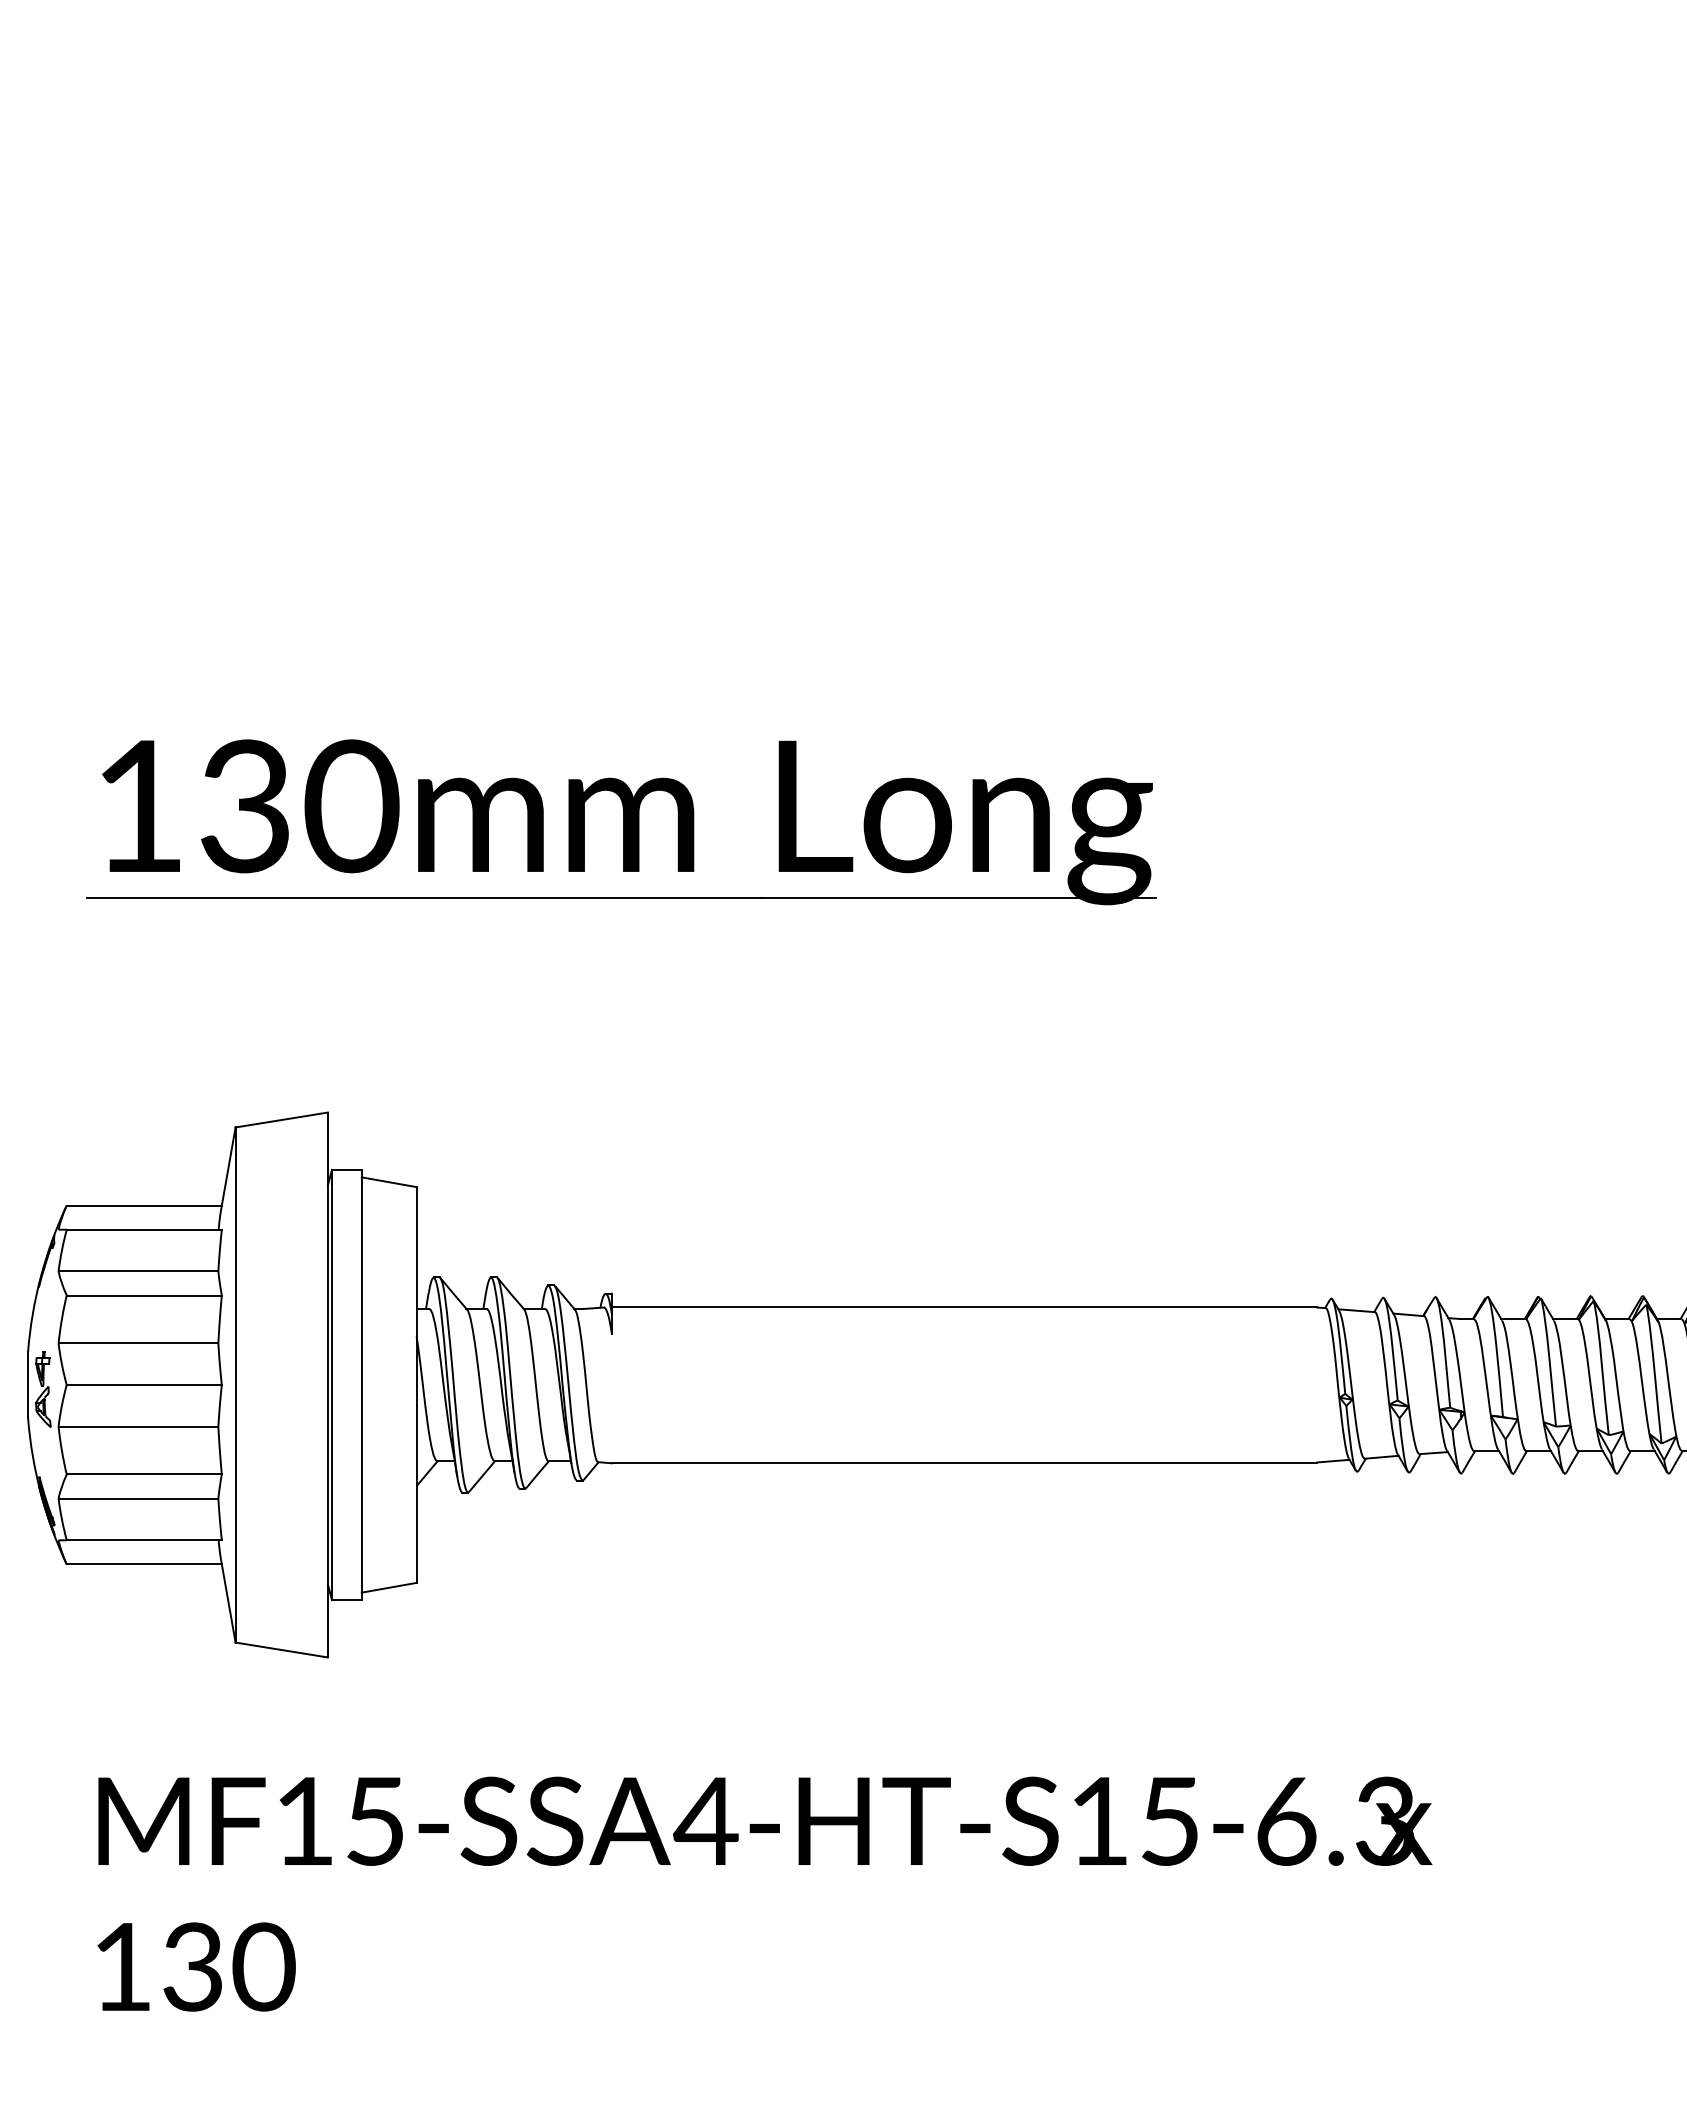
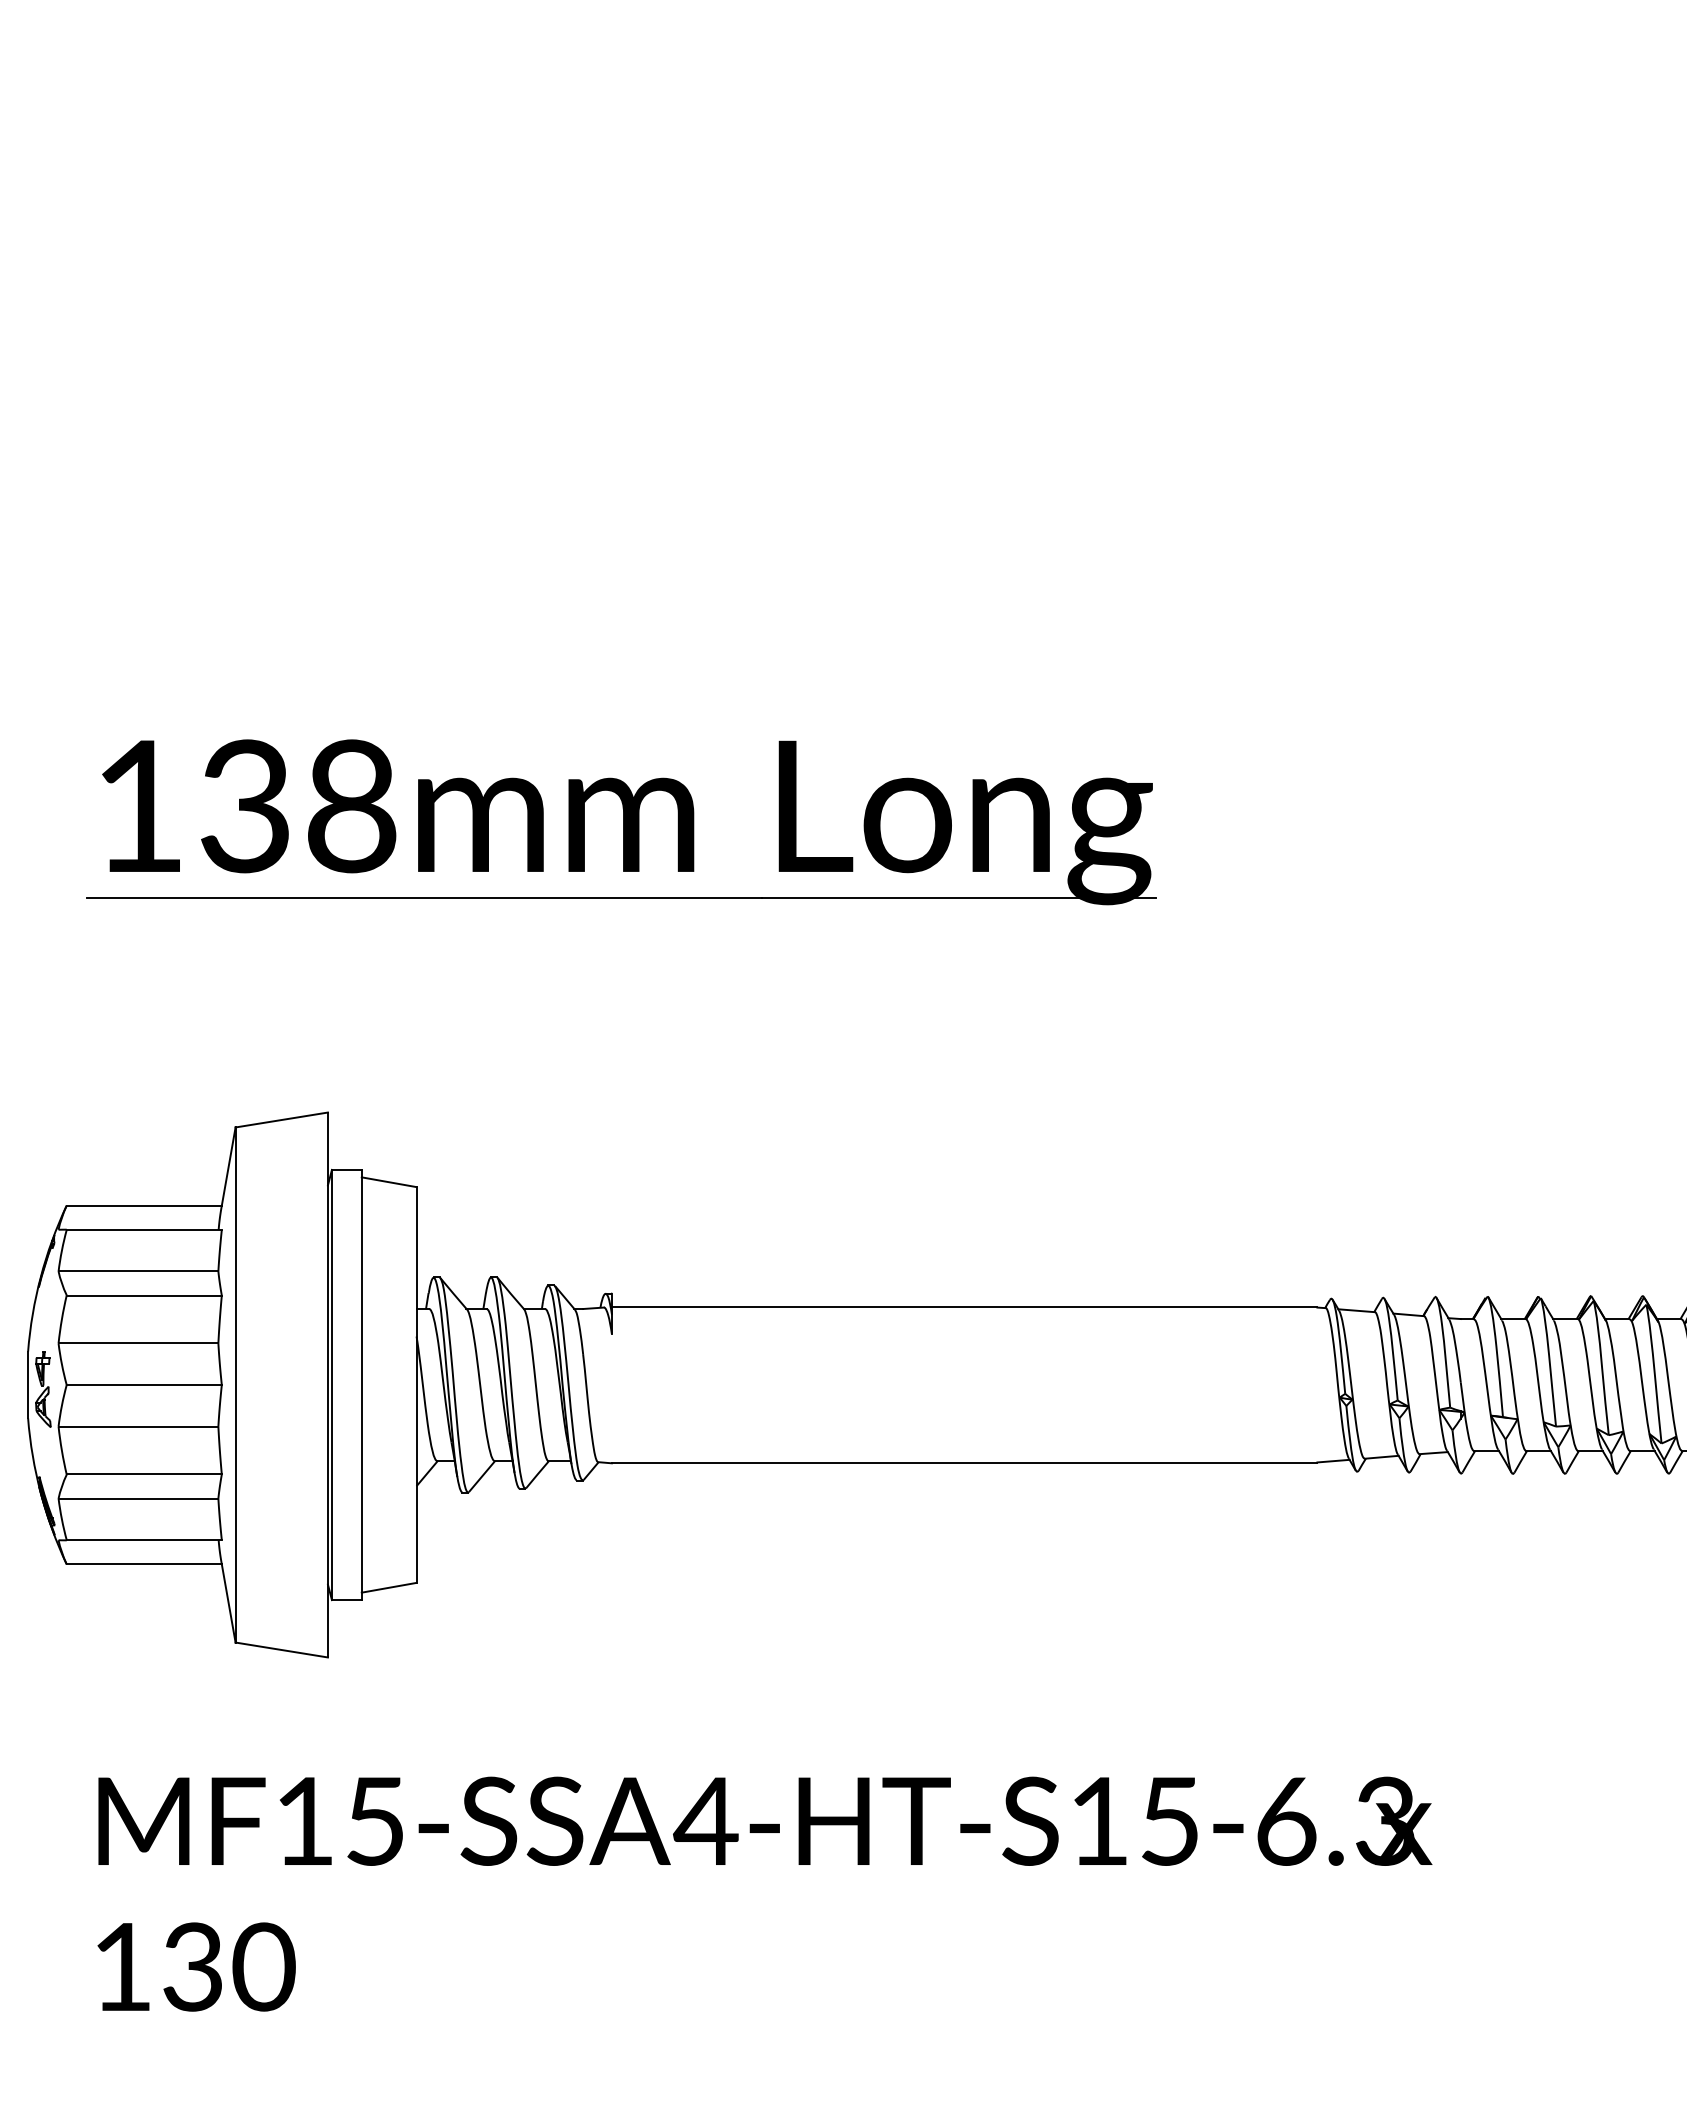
text at (351, 806): 130mm -> 138mm
